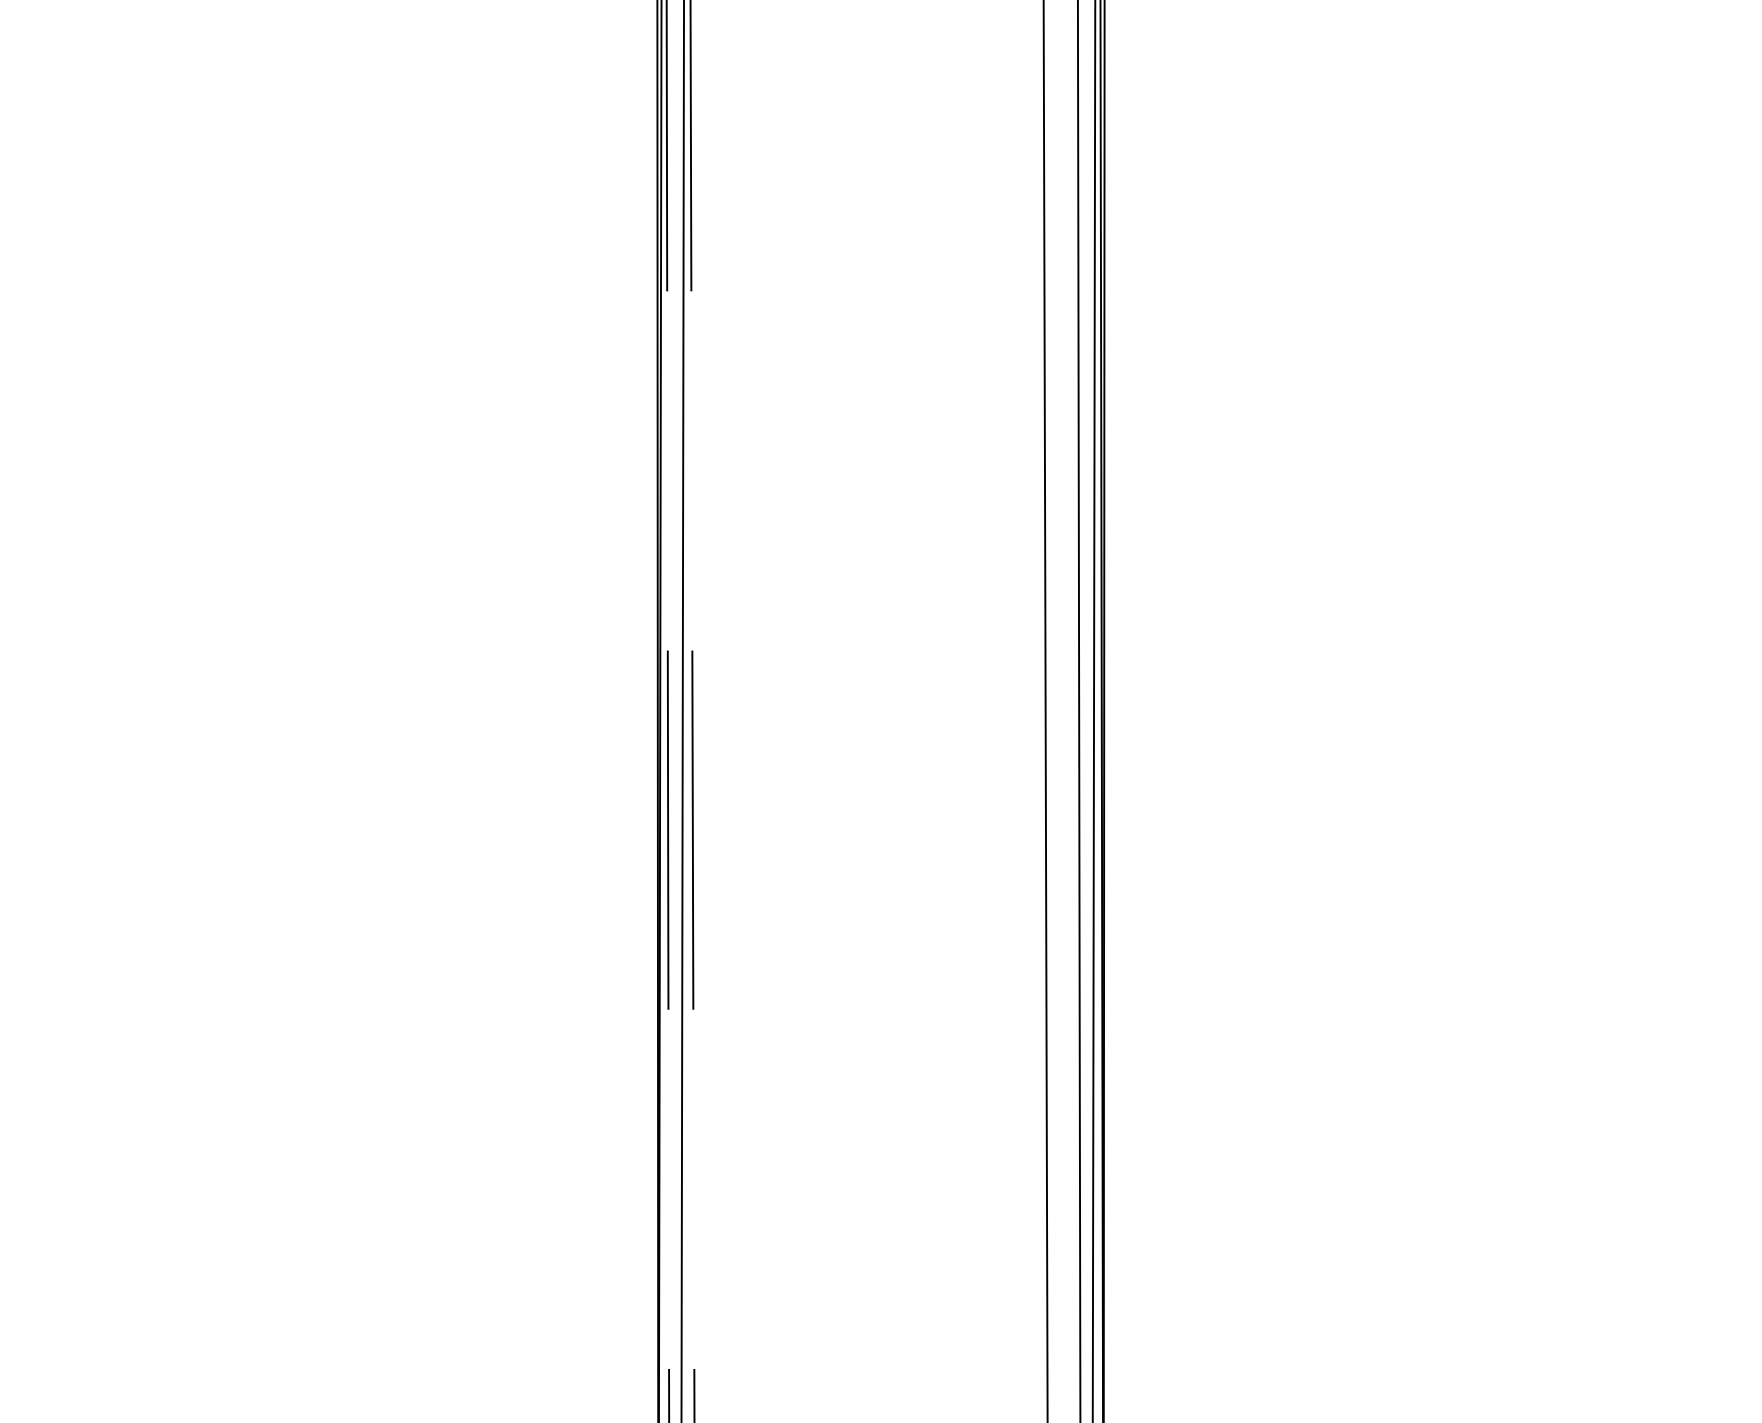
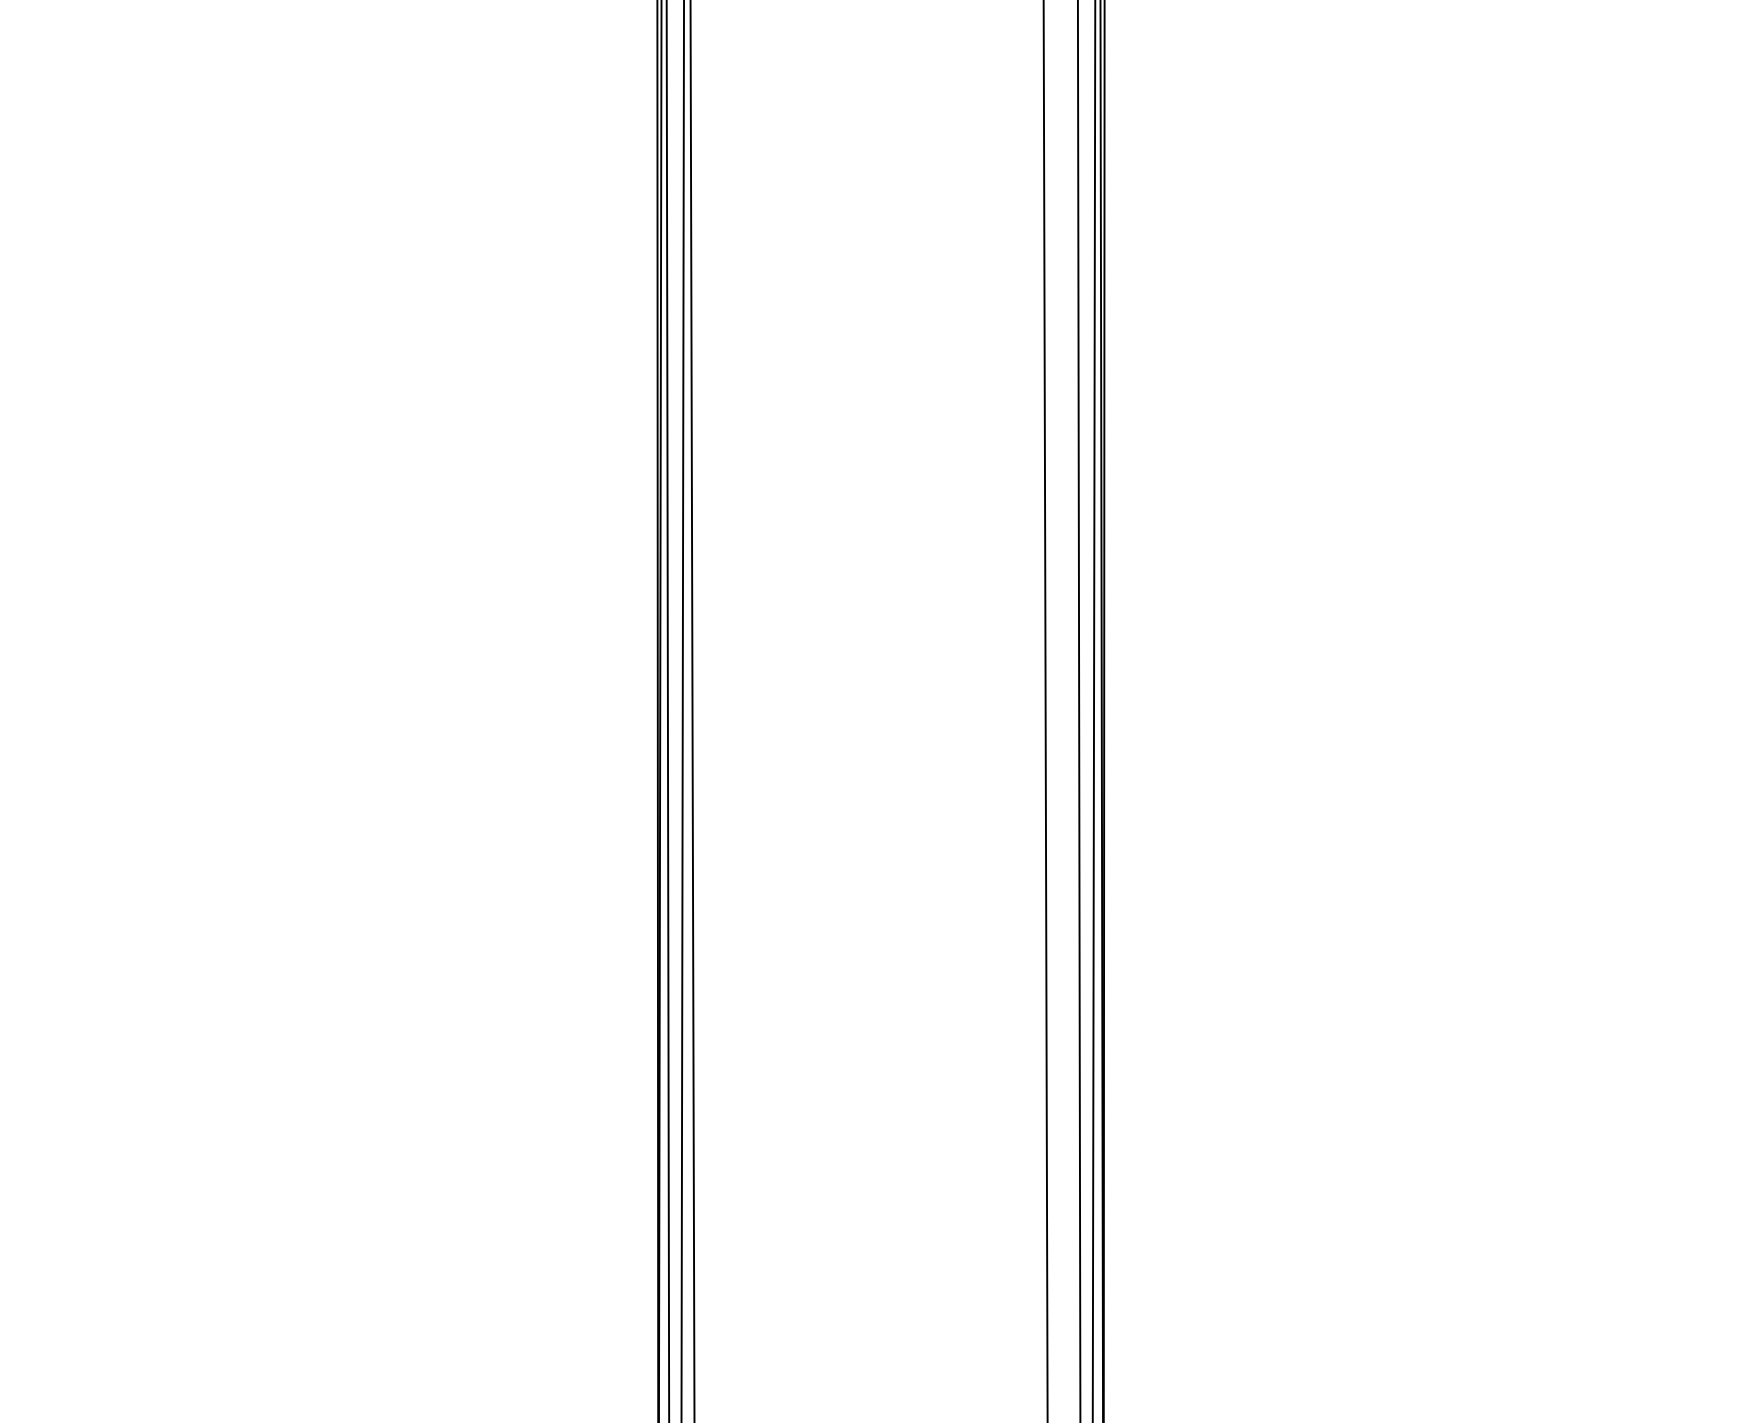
line at (667, 711): dashed -> solid
line at (692, 711): dashed -> solid
